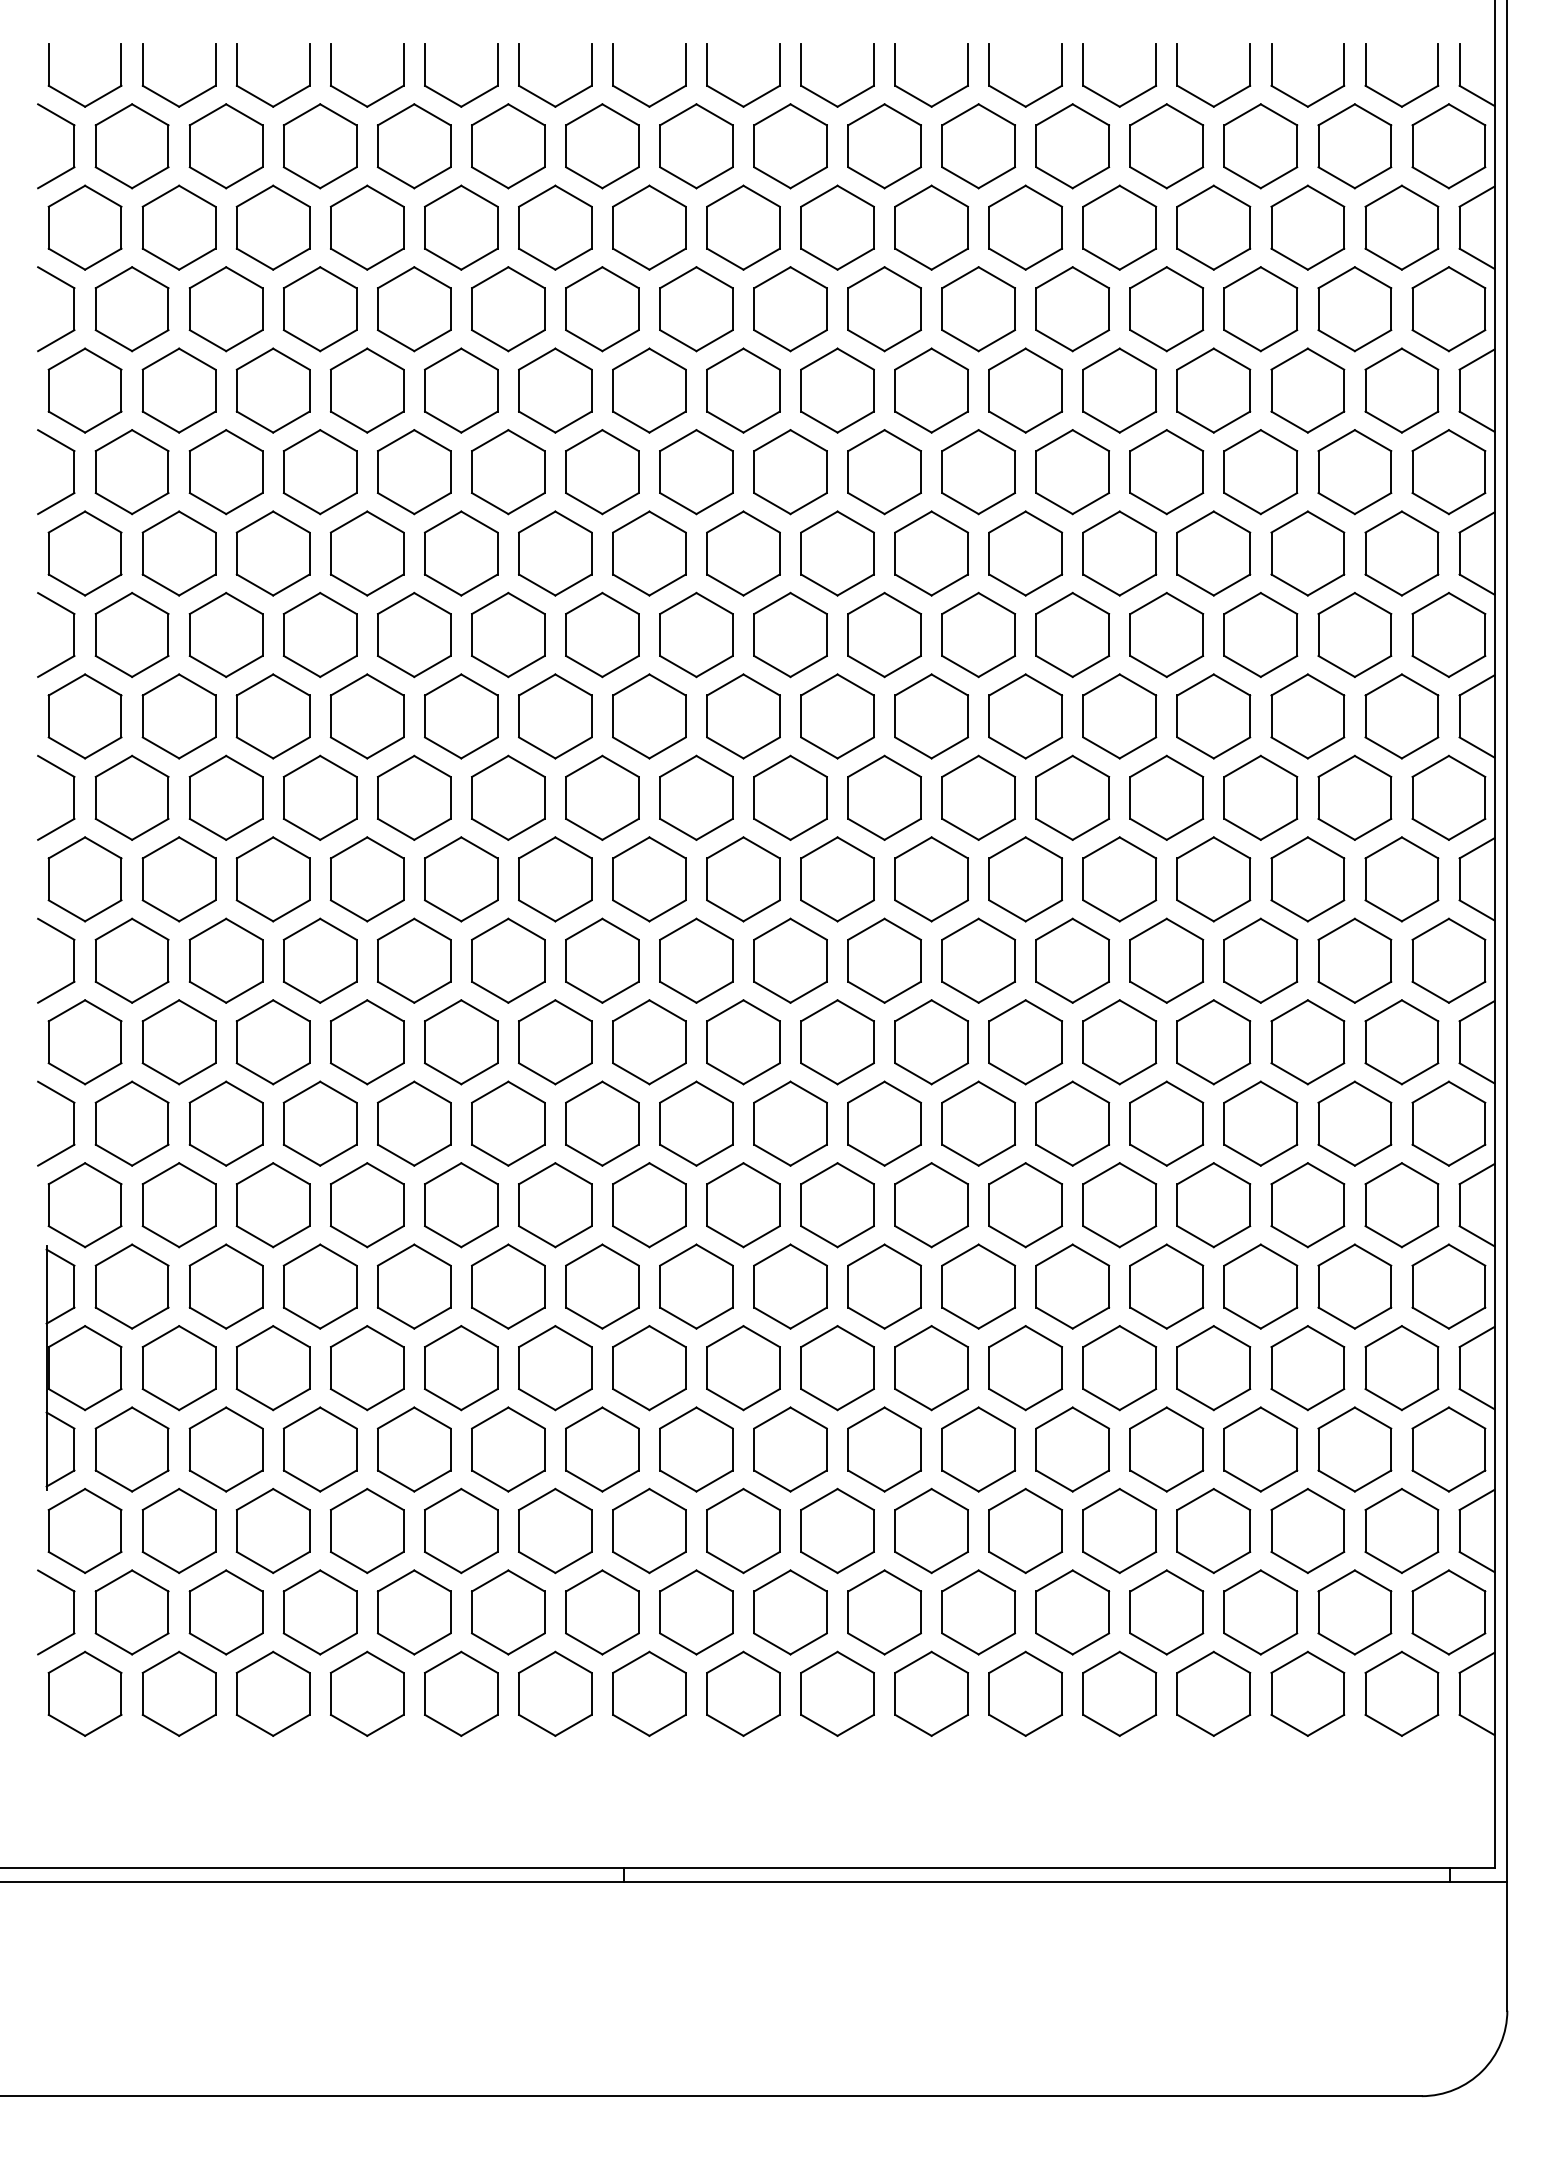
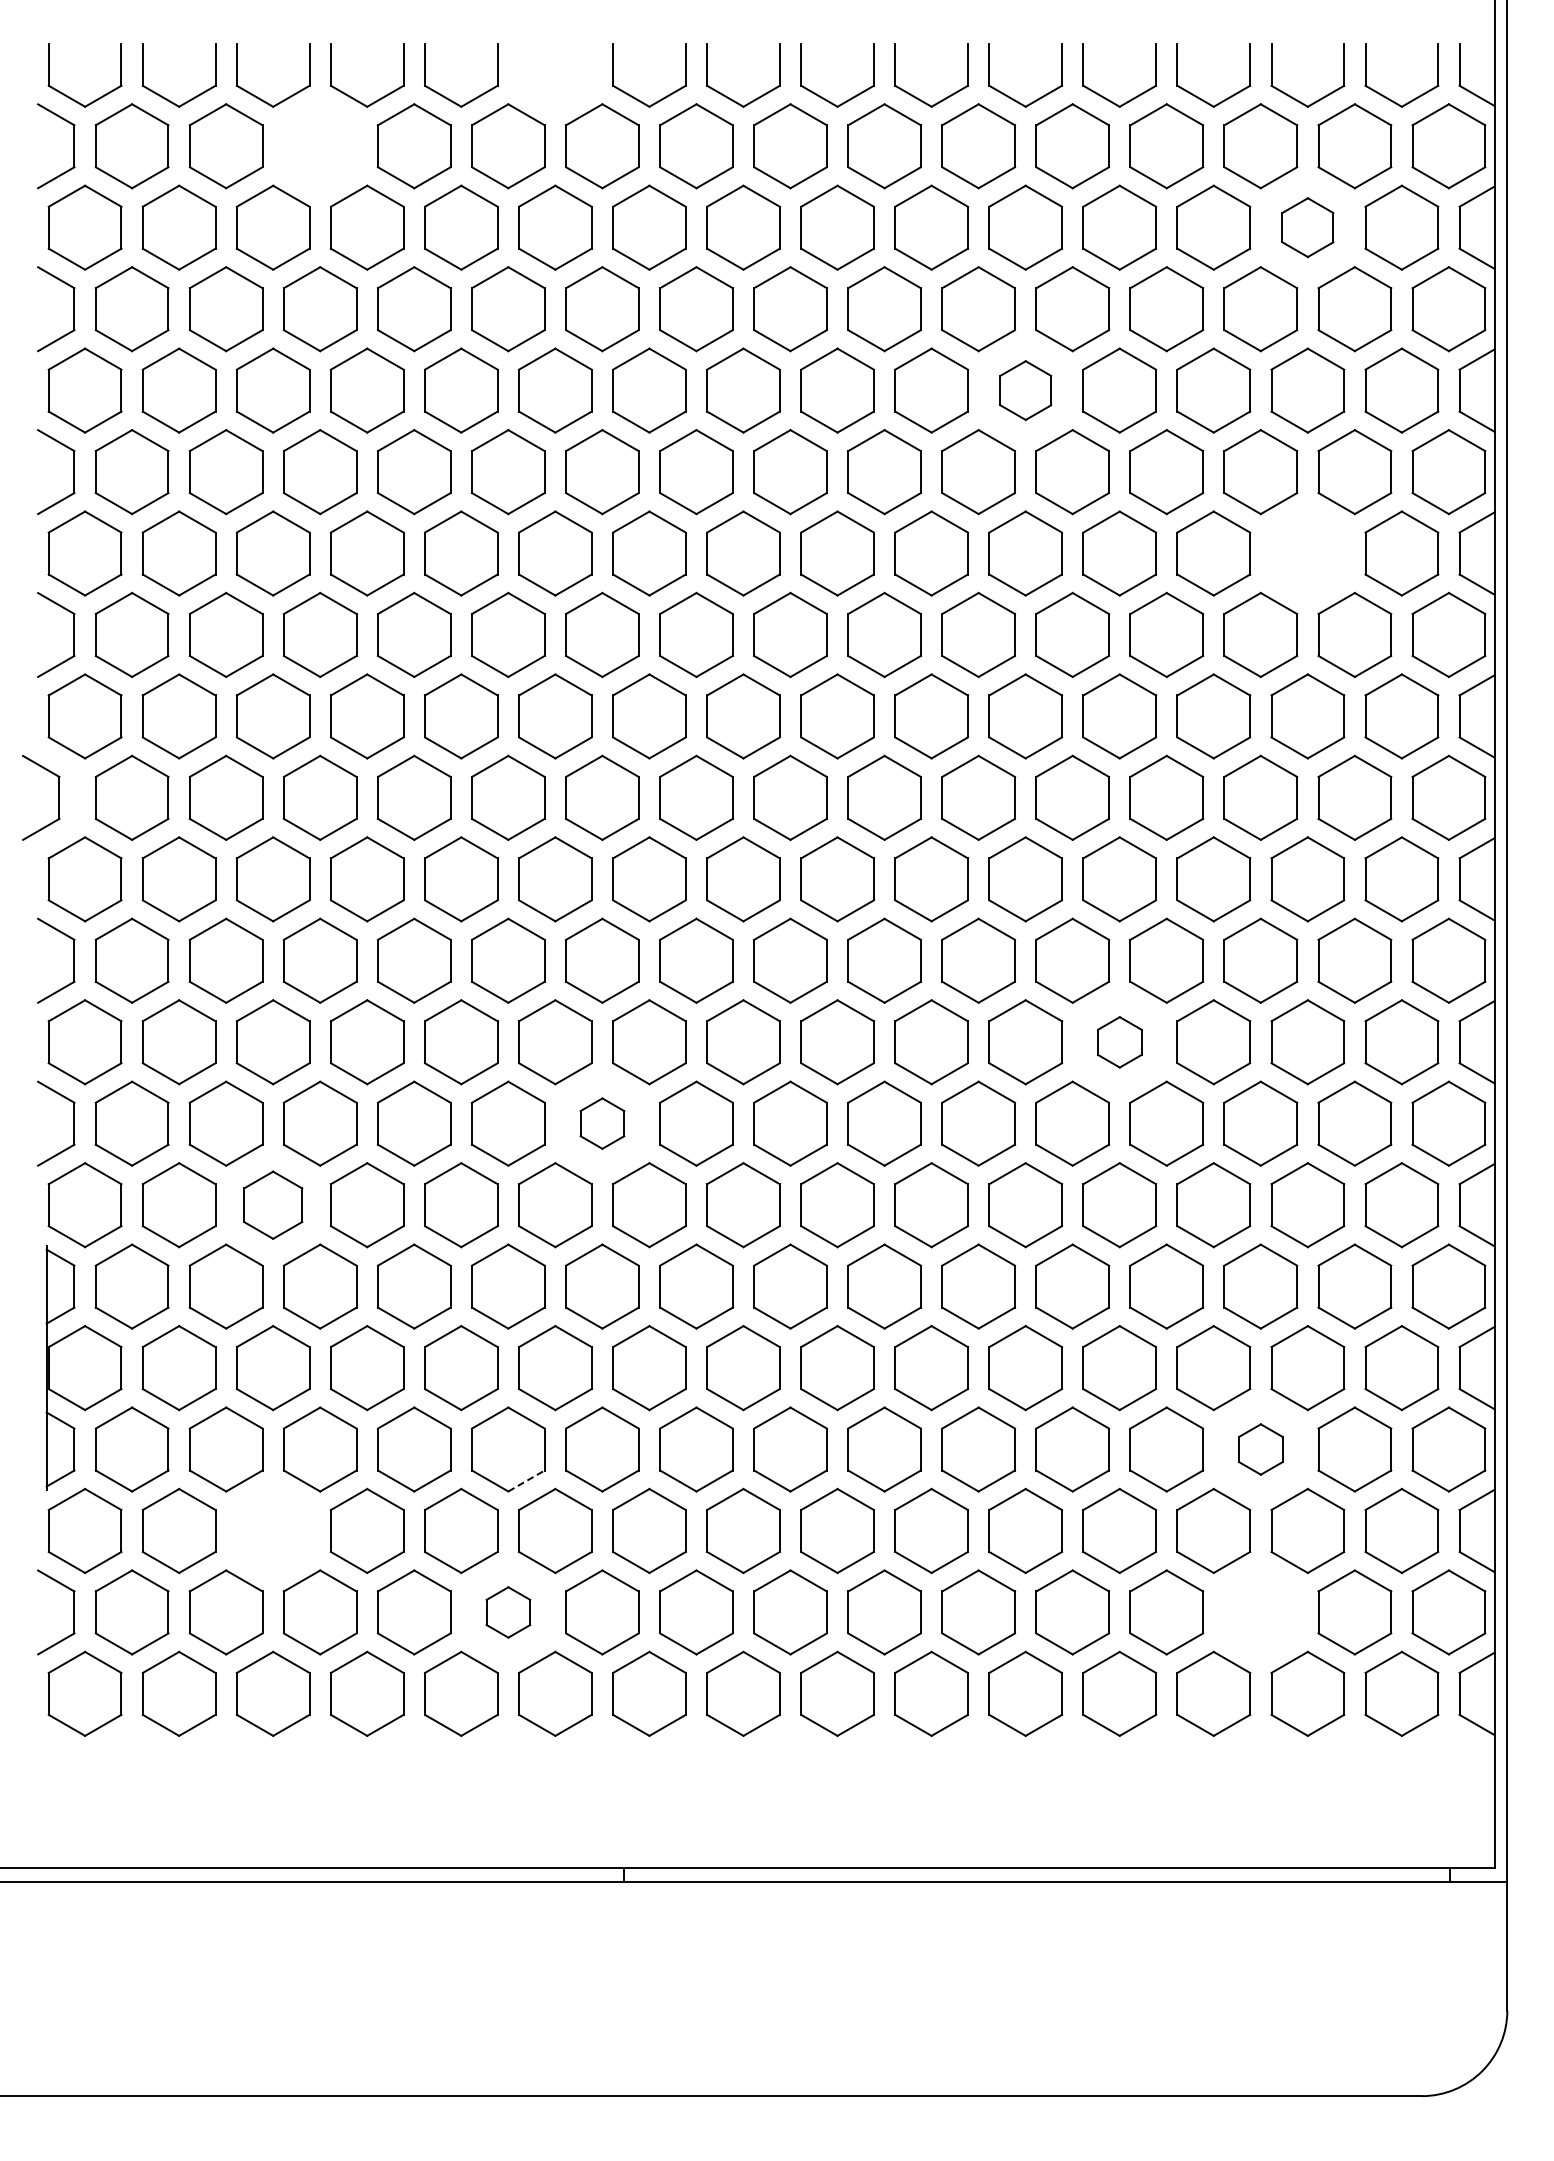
part at (543, 98): present -> none
part at (319, 146): present -> none
part at (1307, 227) size: 76x87 px -> 54x62 px
part at (1025, 390) size: 76x87 px -> 54x62 px
part at (1307, 553): present -> none
part at (73, 797) position: (73, 797) -> (58, 797)
part at (1119, 1042) size: 76x87 px -> 46x53 px
part at (602, 1123) size: 75x87 px -> 47x53 px
part at (272, 1205) size: 76x87 px -> 61x70 px
part at (1260, 1449) size: 76x87 px -> 46x53 px
line at (526, 1481): solid -> dashed
part at (272, 1530): present -> none
part at (508, 1612) size: 75x87 px -> 47x53 px
part at (1260, 1612): present -> none
